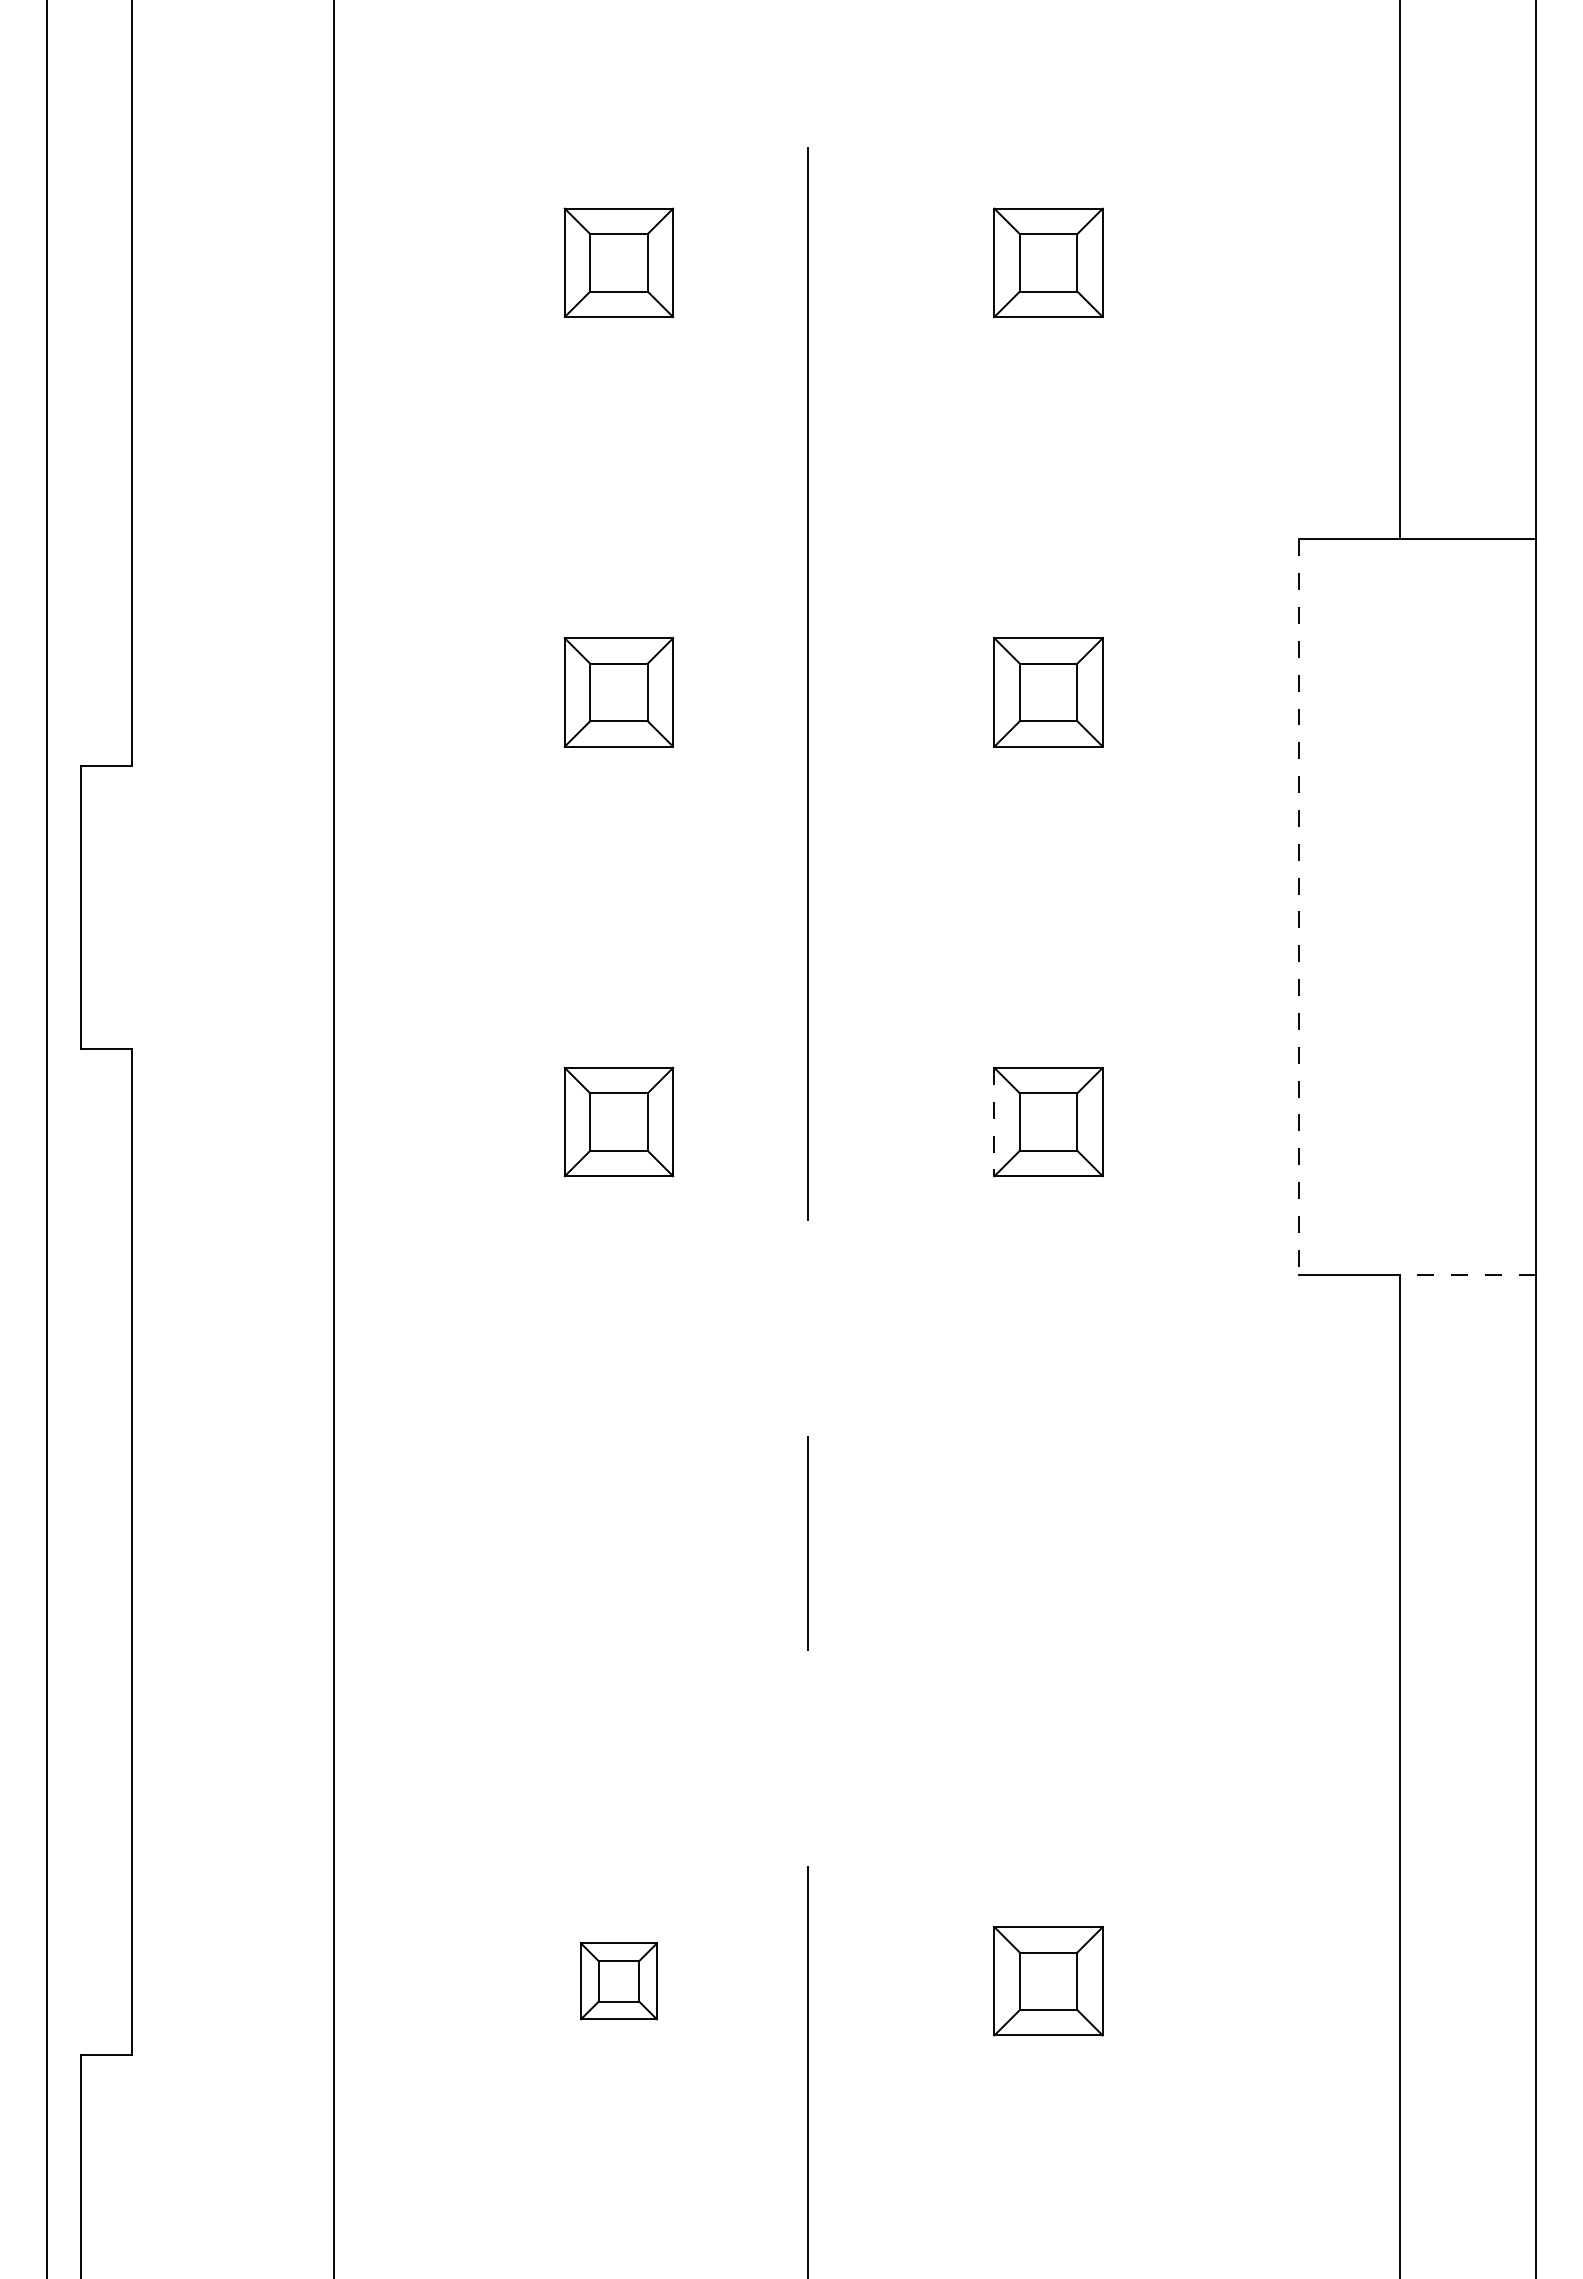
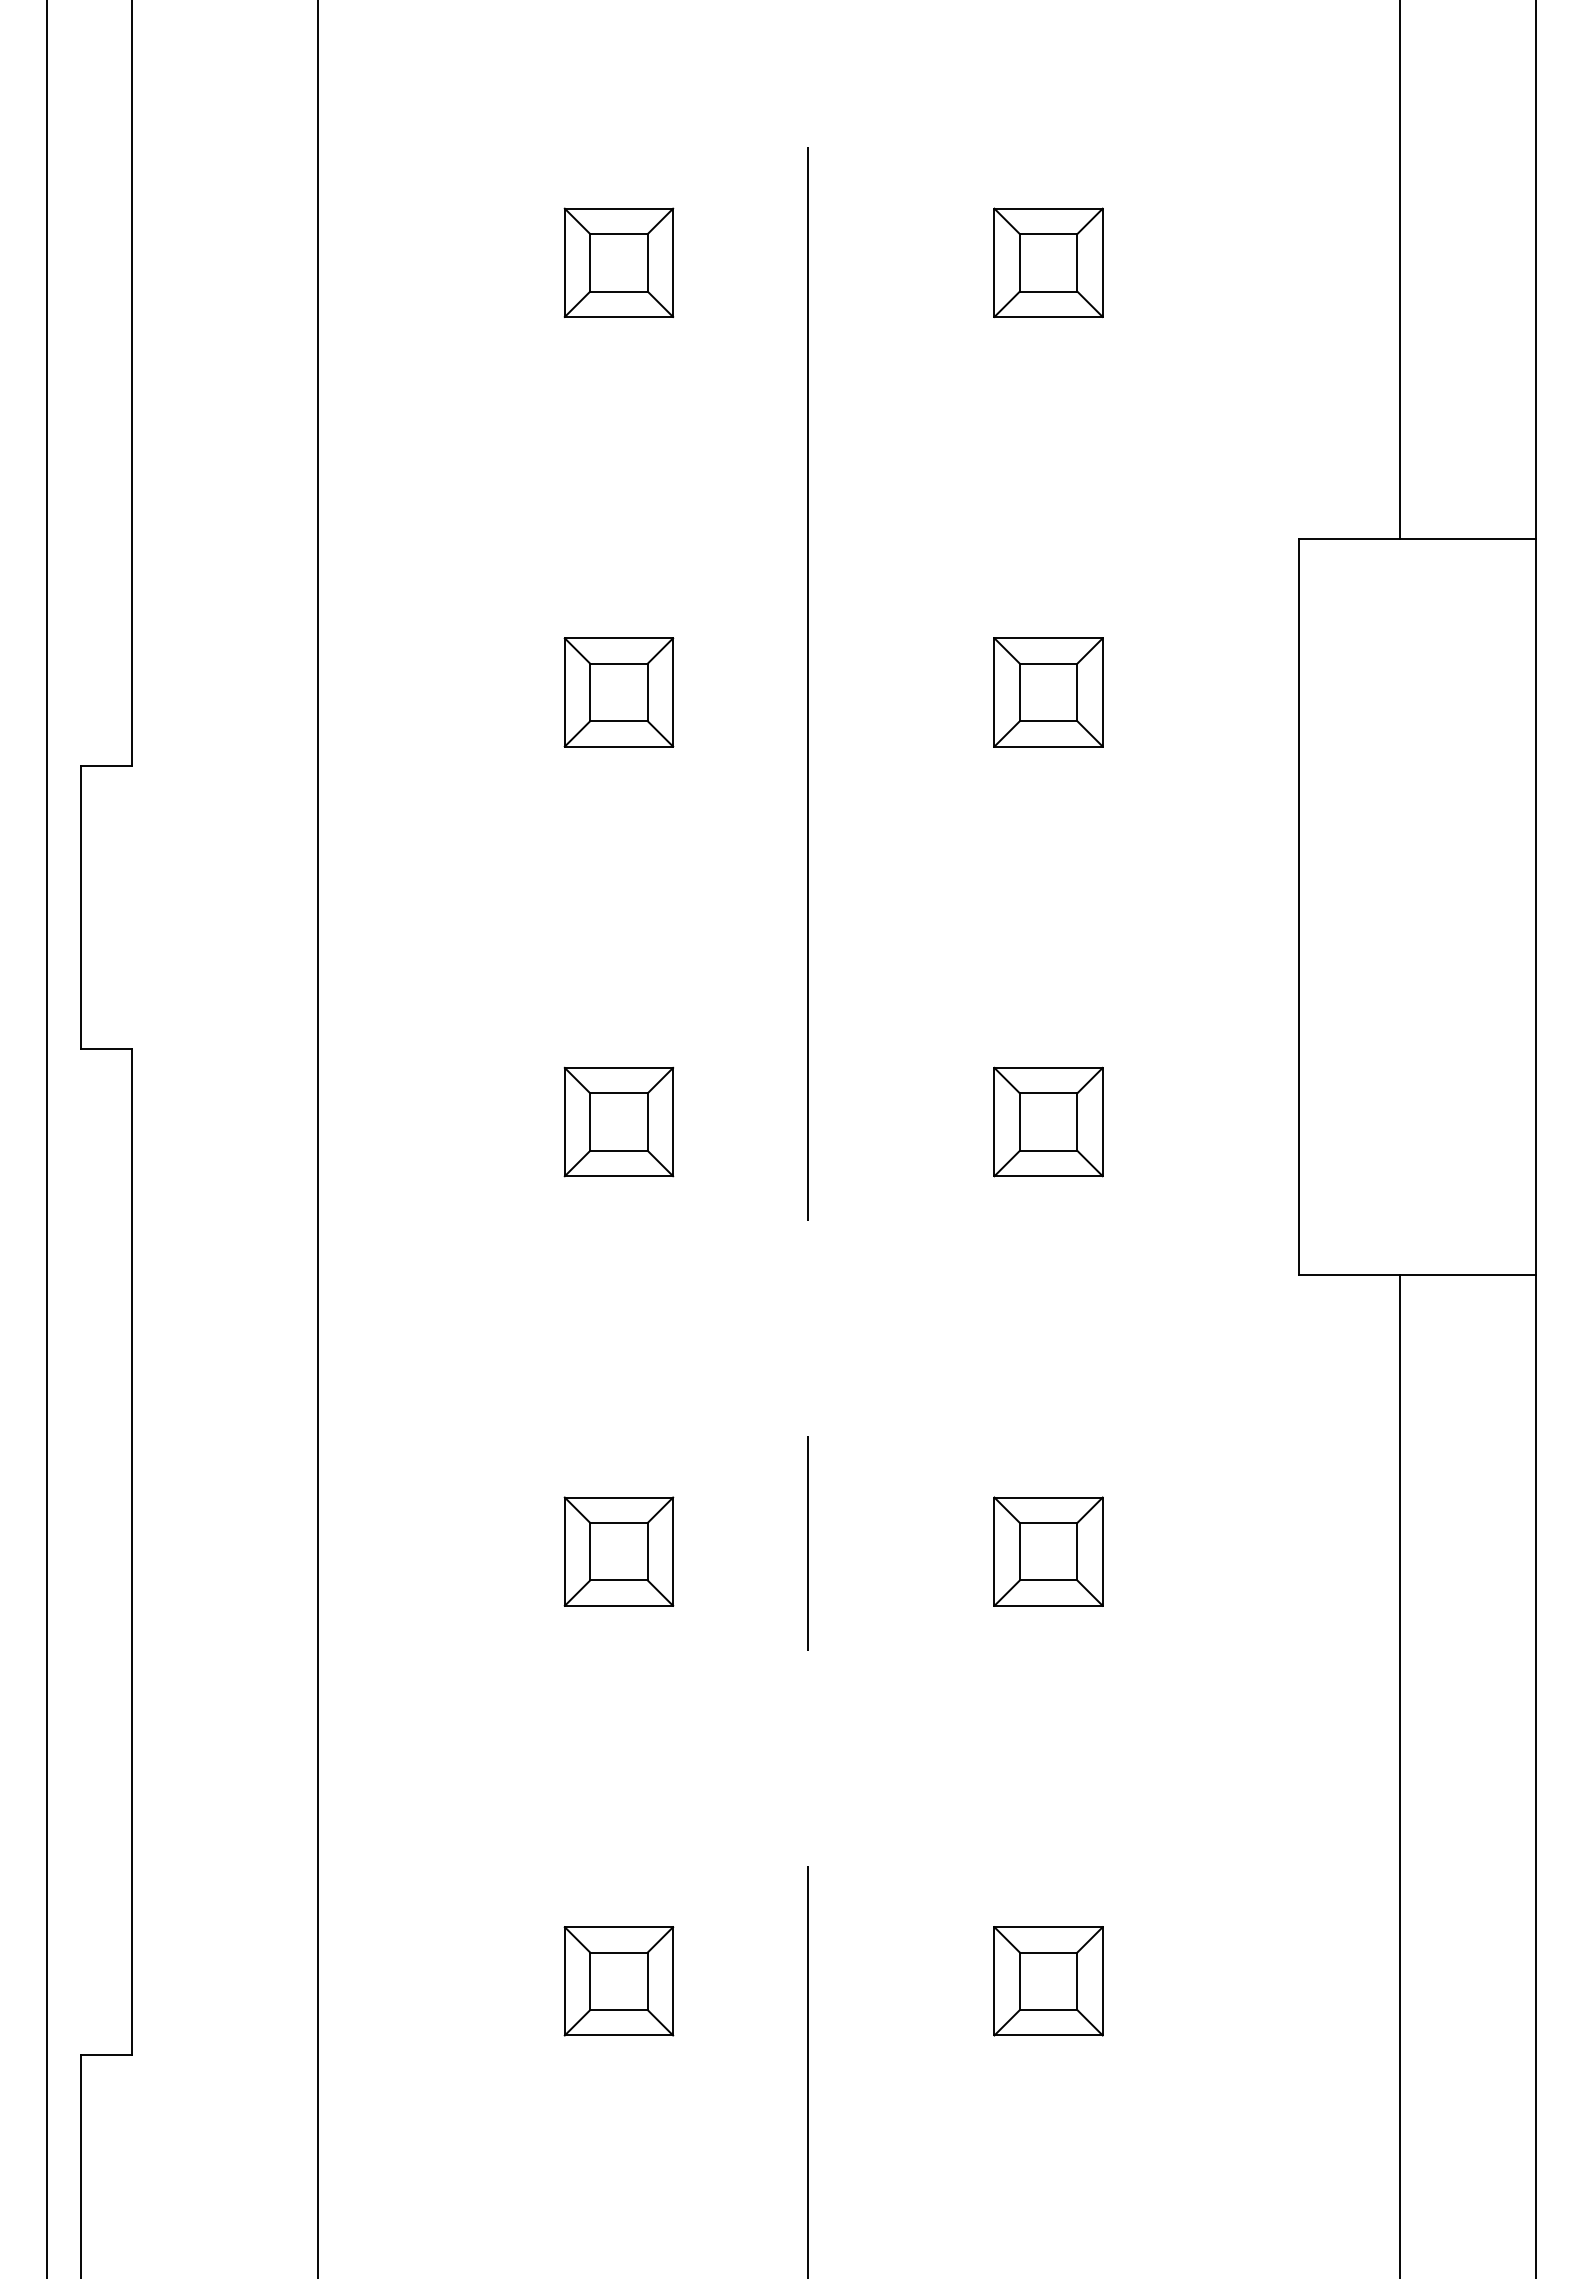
line at (1298, 907): dashed -> solid
line at (994, 1122): dashed -> solid
line at (333, 1138) position: (333, 1138) -> (317, 1138)
line at (1468, 1275): dashed -> solid
part at (618, 1551): none -> present
part at (1048, 1551): none -> present
part at (618, 1981) size: 78x79 px -> 112x111 px
